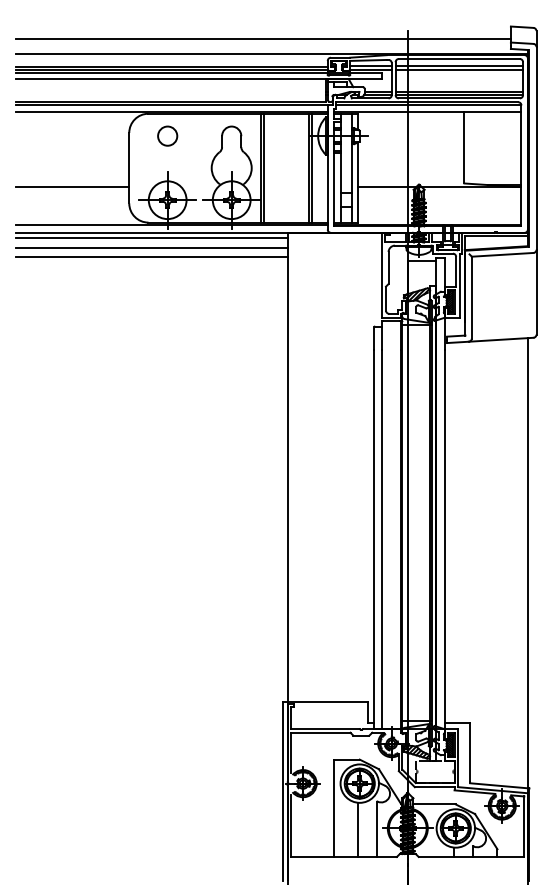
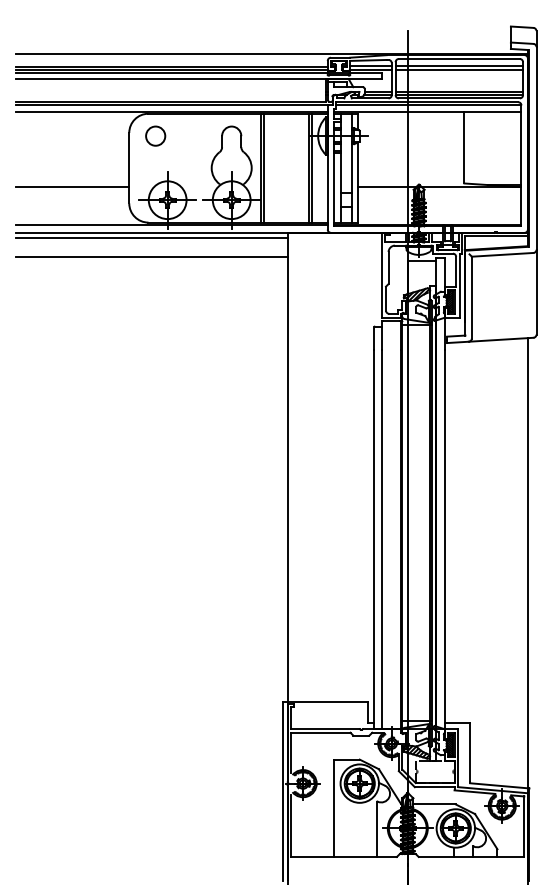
line at (263, 39): present -> none
circle at (167, 135) position: (167, 135) -> (155, 135)
line at (151, 247): present -> none
line at (358, 829): present -> none
